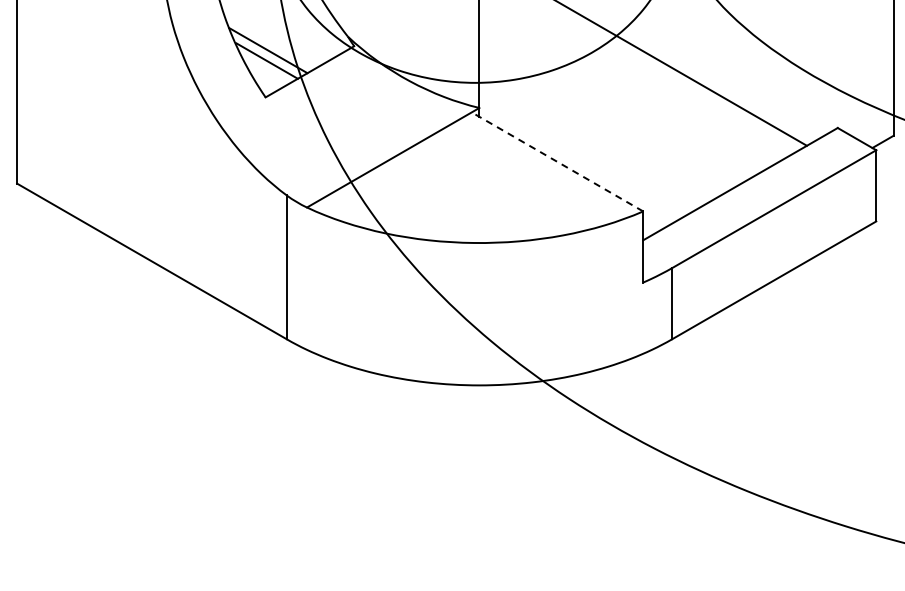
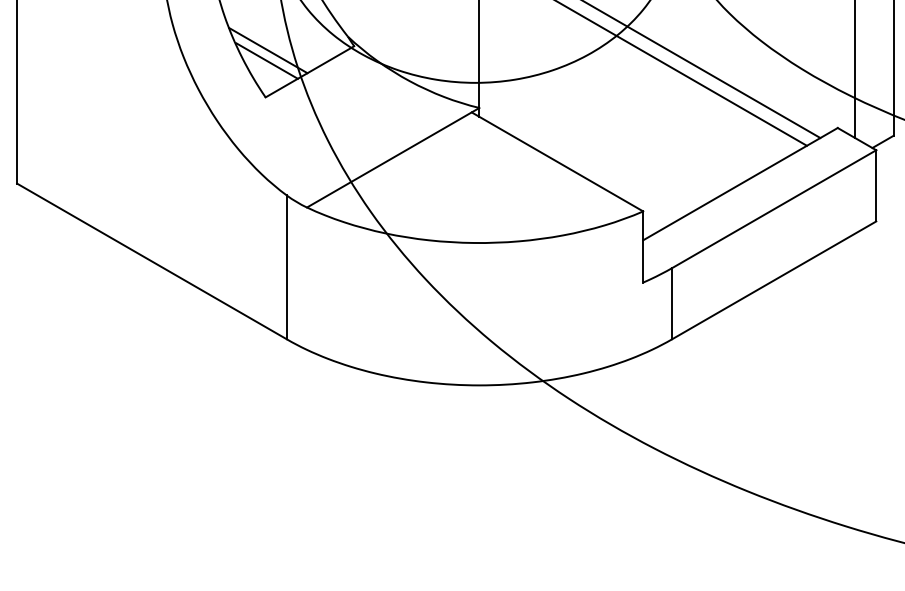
line at (702, 70): none -> present
line at (855, 70): none -> present
line at (557, 161): dashed -> solid
